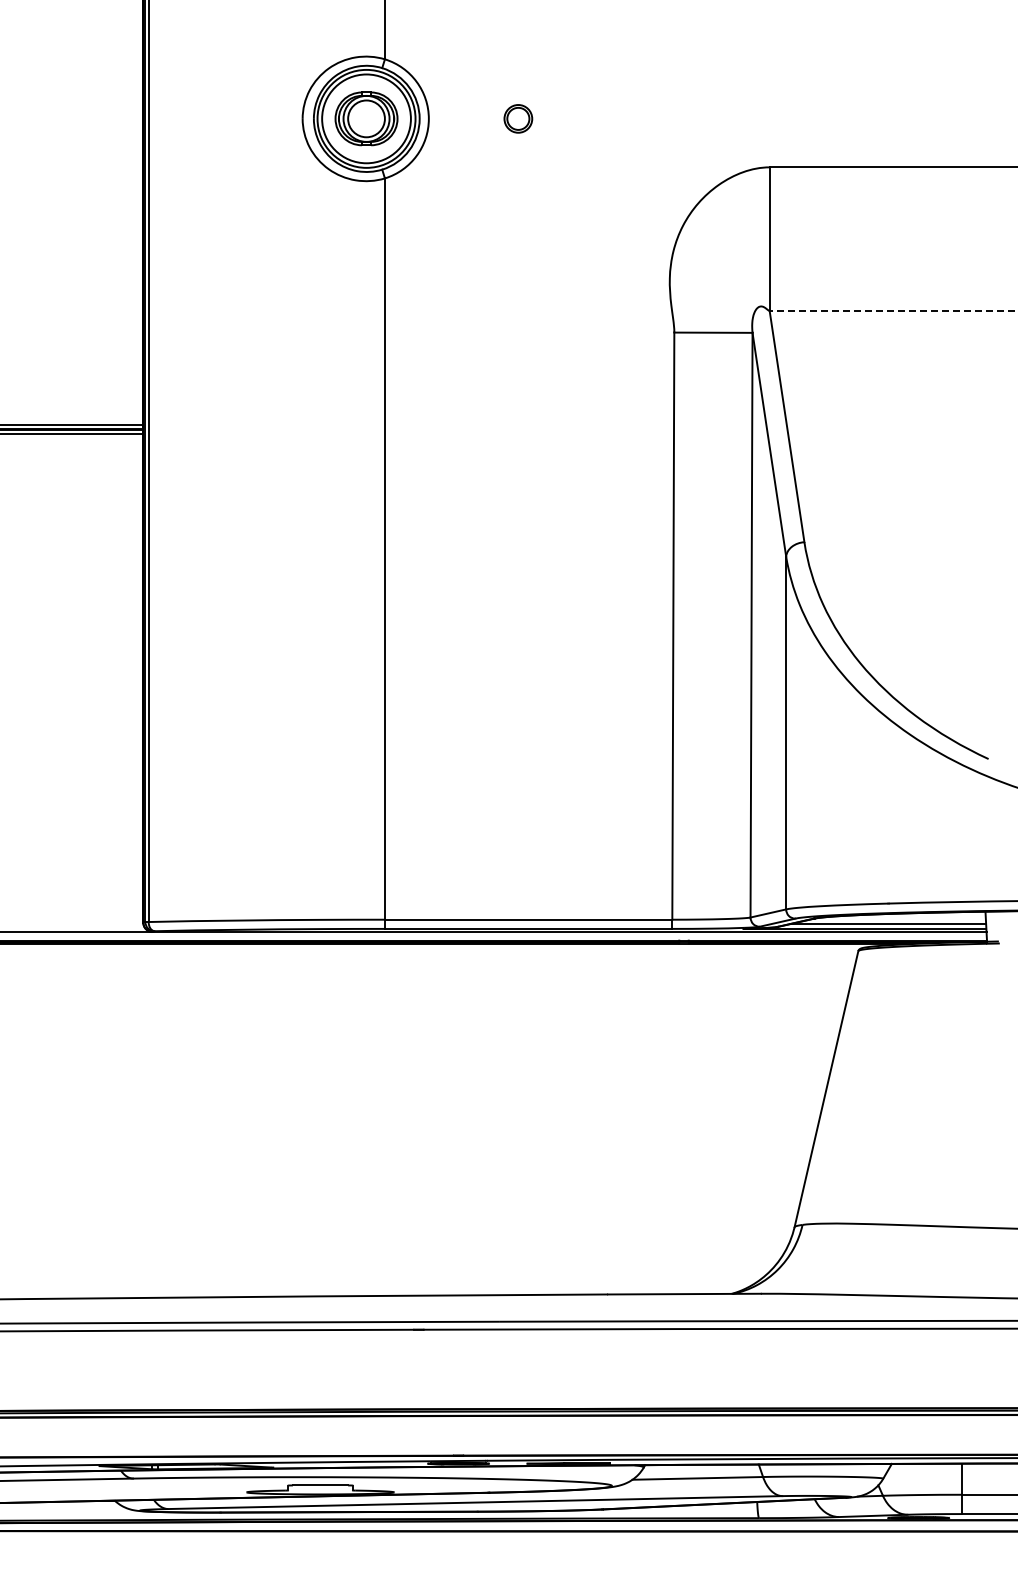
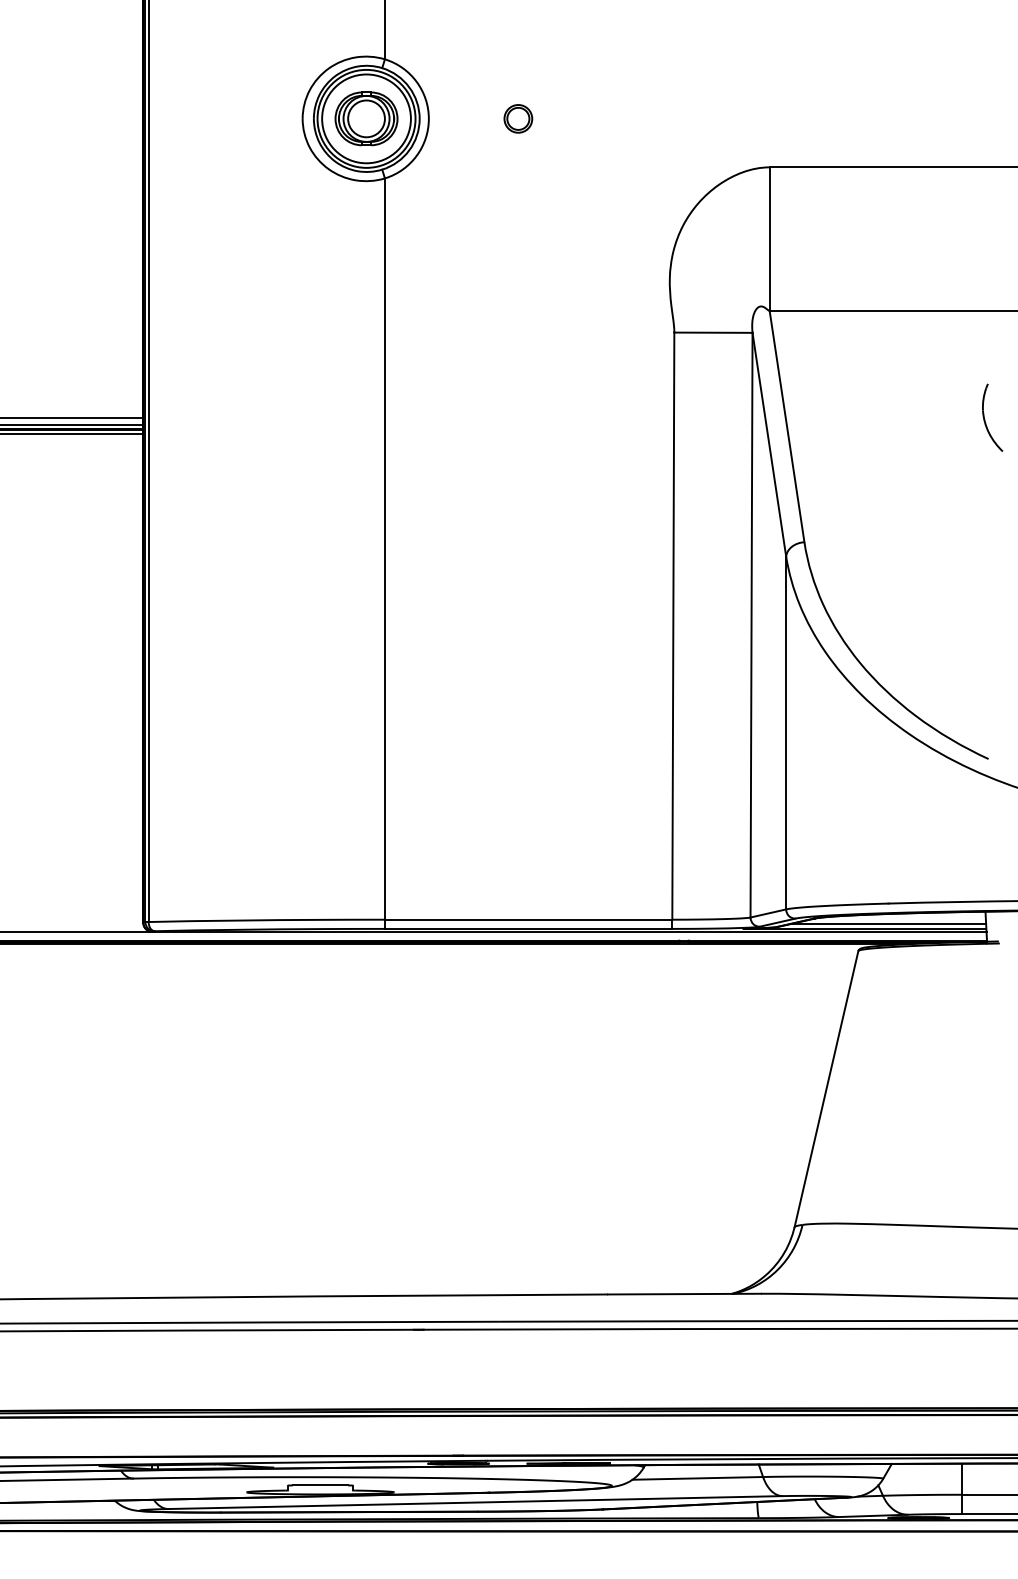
line at (893, 311): dashed -> solid
line at (72, 417): none -> present
part at (985, 419): none -> present
